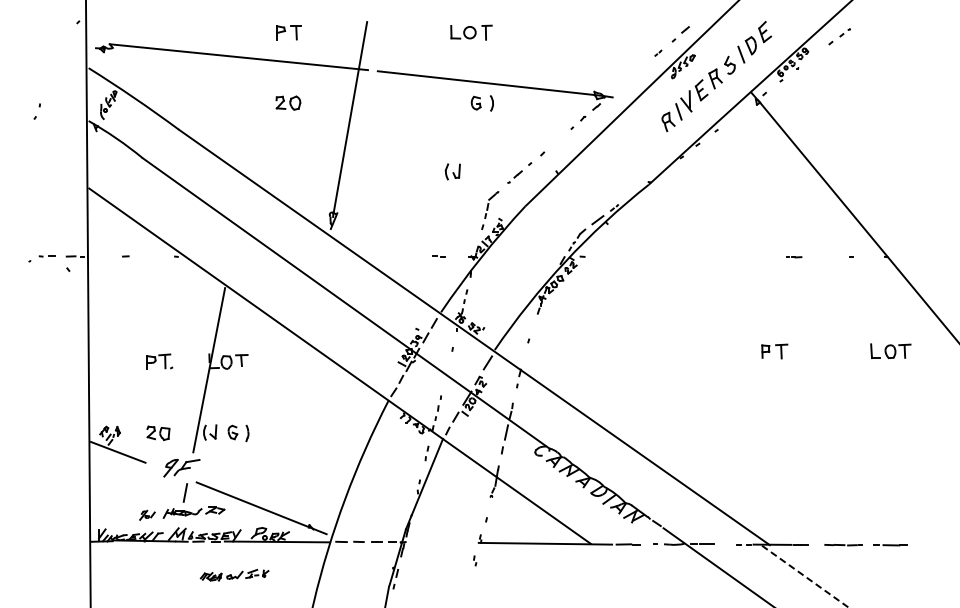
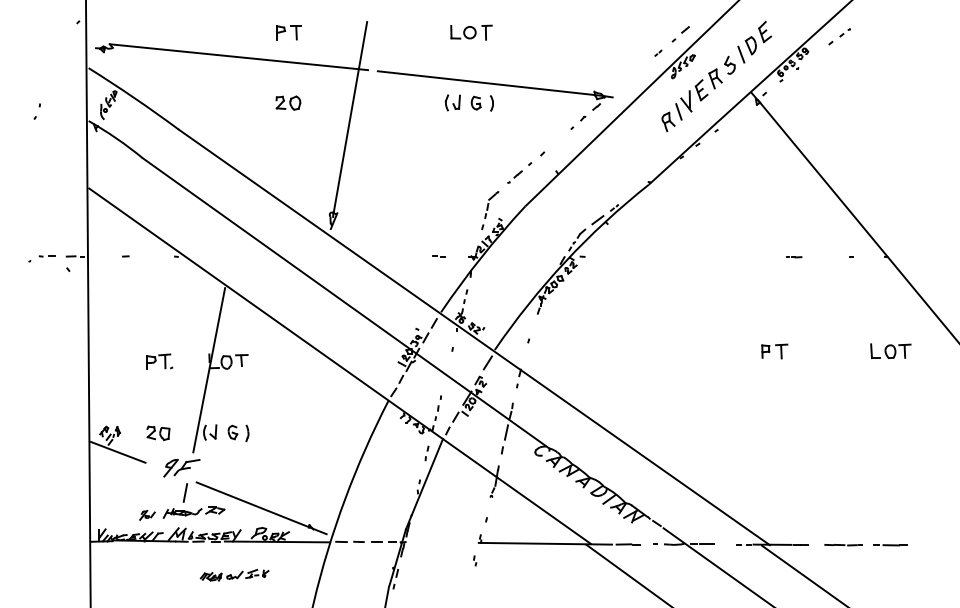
part at (452, 171) position: (452, 171) -> (452, 102)
line at (627, 574): none -> present
line at (805, 577): dashed -> solid
